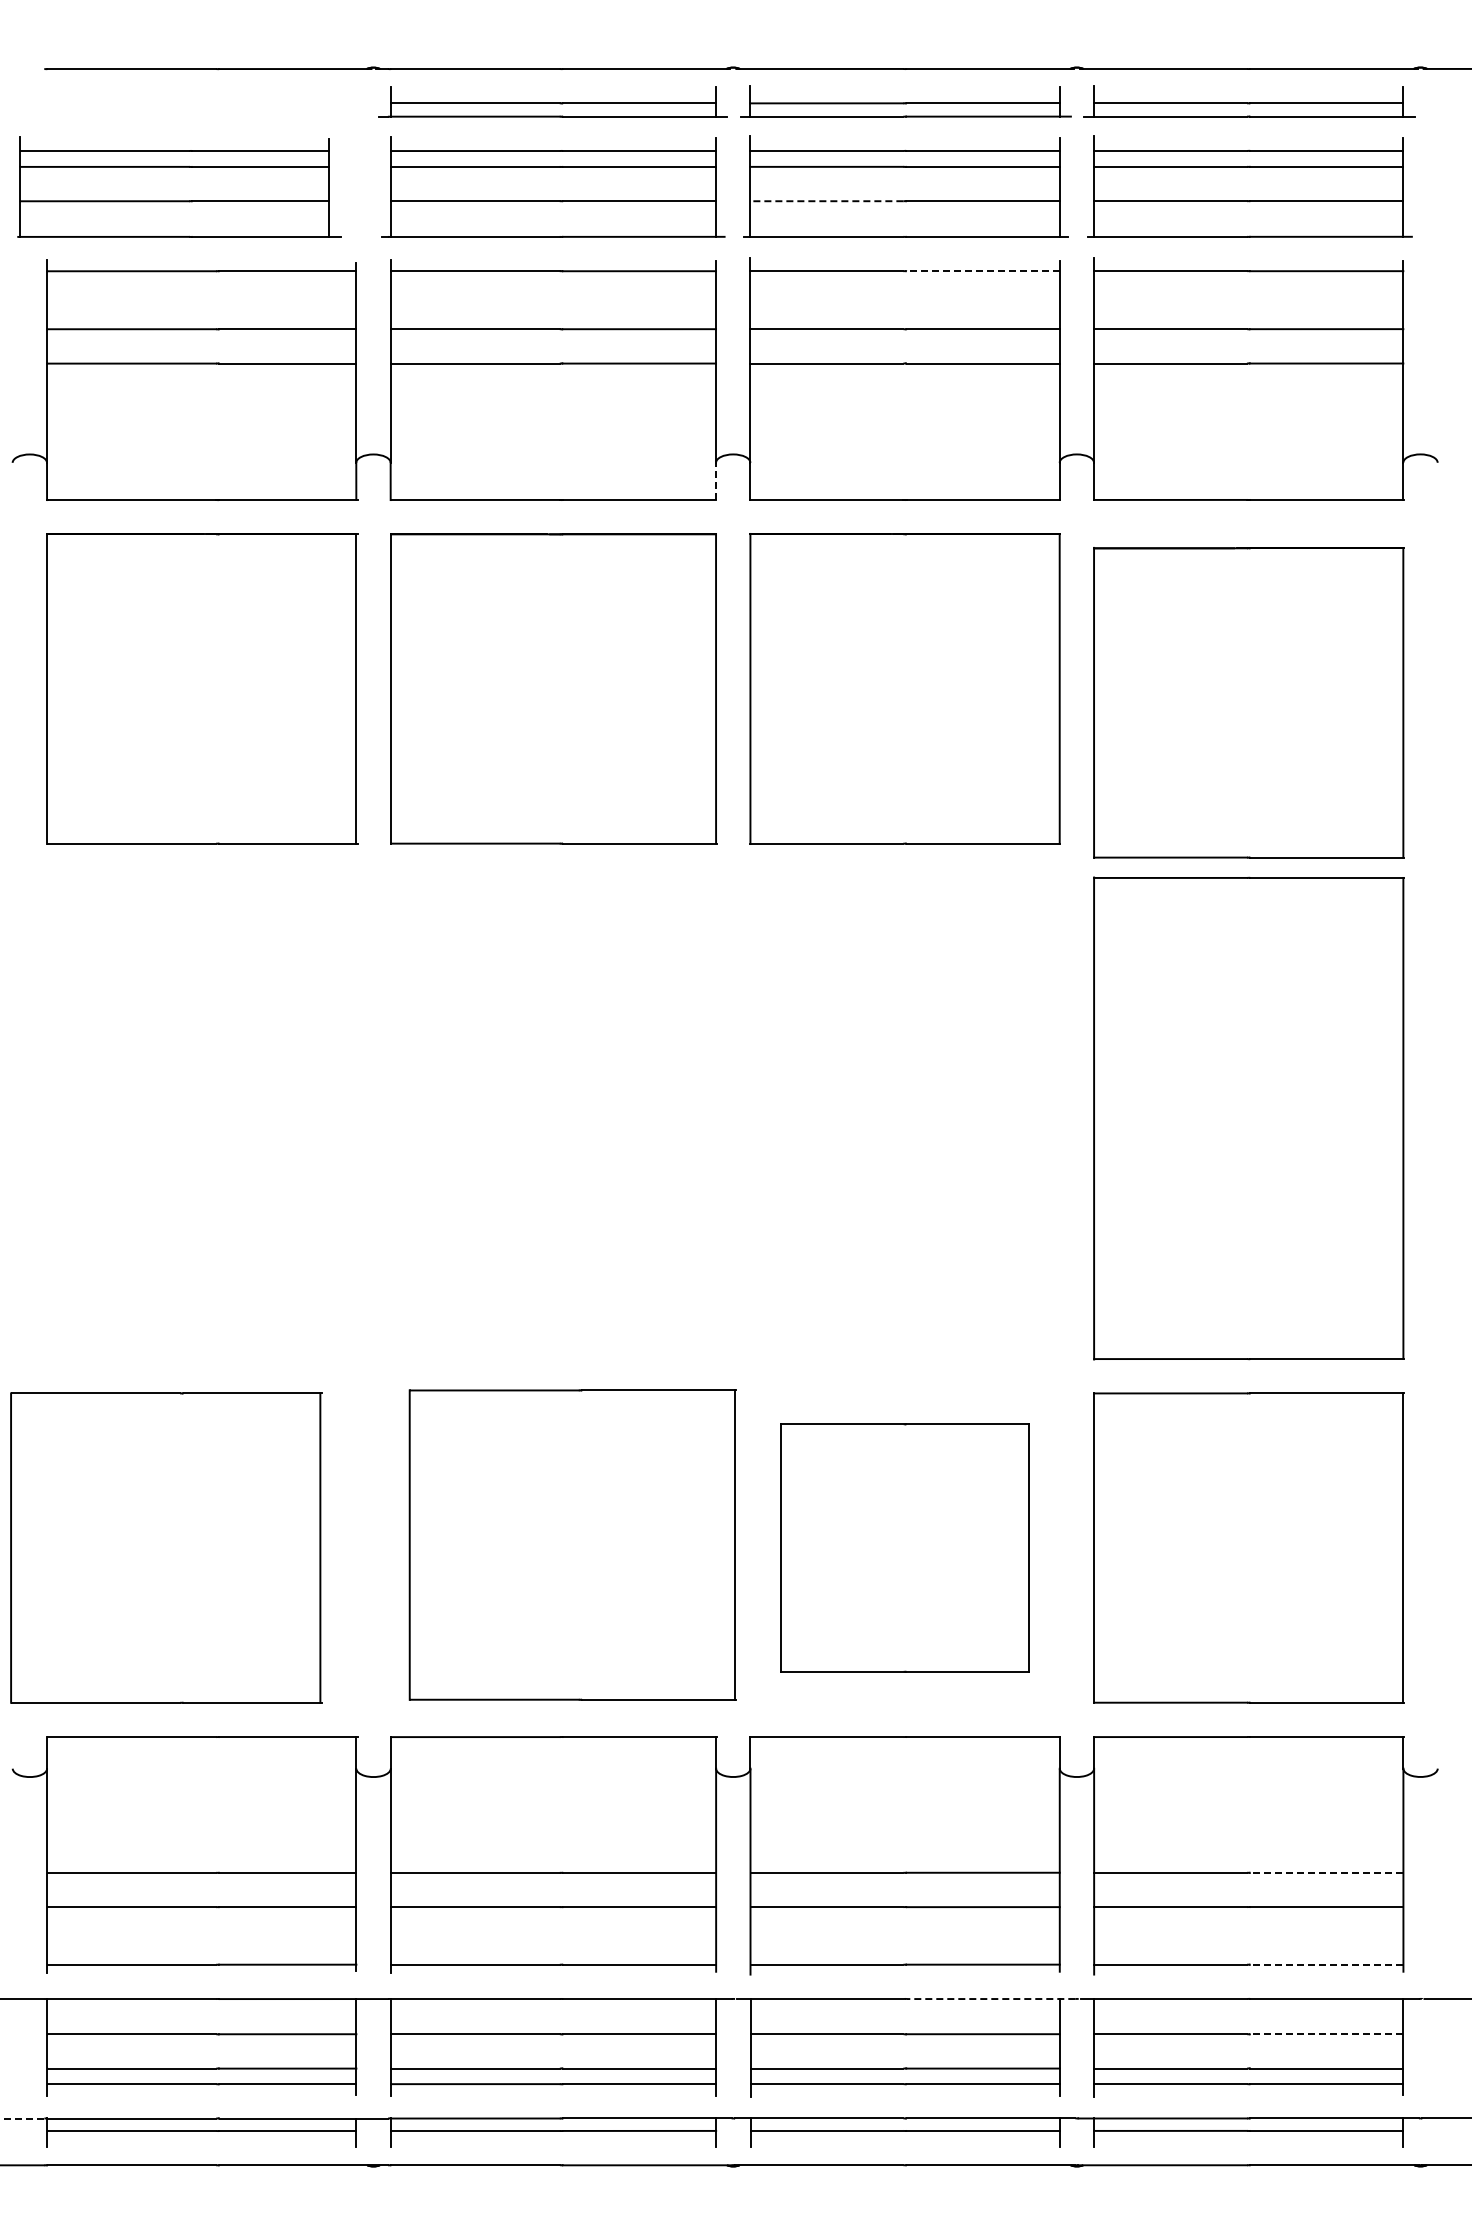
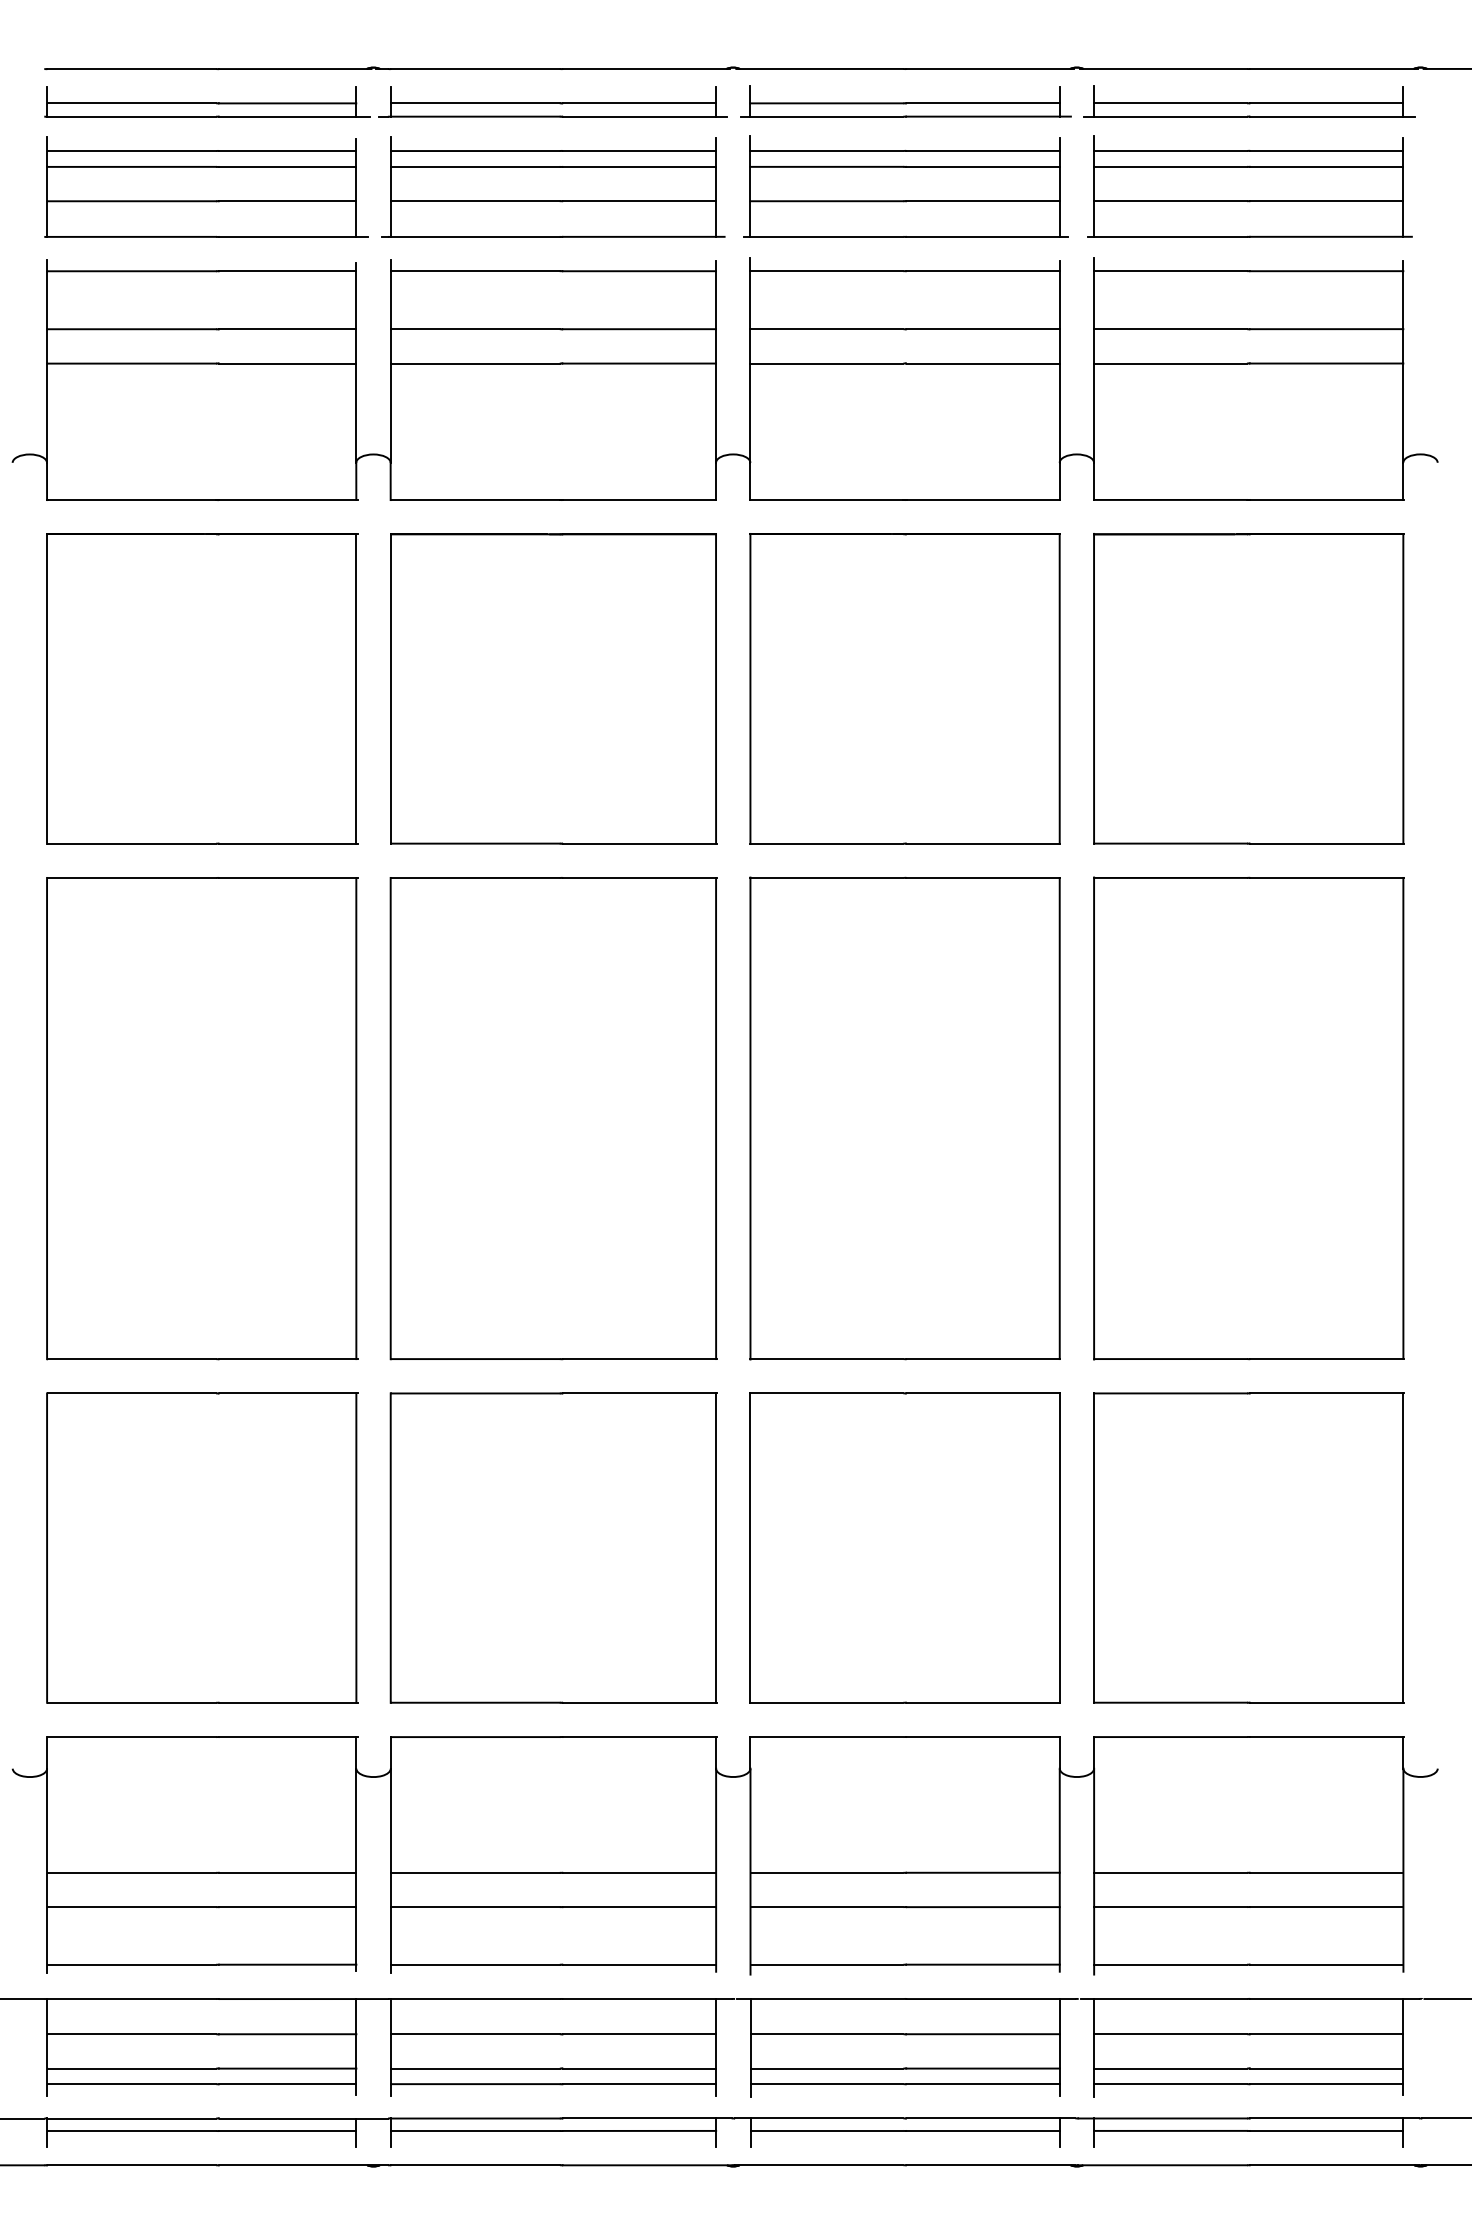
part at (207, 101): none -> present
part at (179, 186) position: (179, 186) -> (206, 186)
line at (826, 201): dashed -> solid
line at (982, 271): dashed -> solid
line at (716, 481): dashed -> solid
part at (1248, 702) position: (1248, 702) -> (1248, 688)
part at (202, 1118): none -> present
part at (553, 1118): none -> present
part at (904, 1118): none -> present
part at (572, 1544) position: (572, 1544) -> (553, 1547)
part at (166, 1547) position: (166, 1547) -> (202, 1547)
part at (904, 1547) size: 250x250 px -> 312x312 px
line at (1326, 1872): dashed -> solid
line at (1326, 1964): dashed -> solid
line at (990, 1999): dashed -> solid
line at (1326, 2034): dashed -> solid
line at (22, 2118): dashed -> solid
